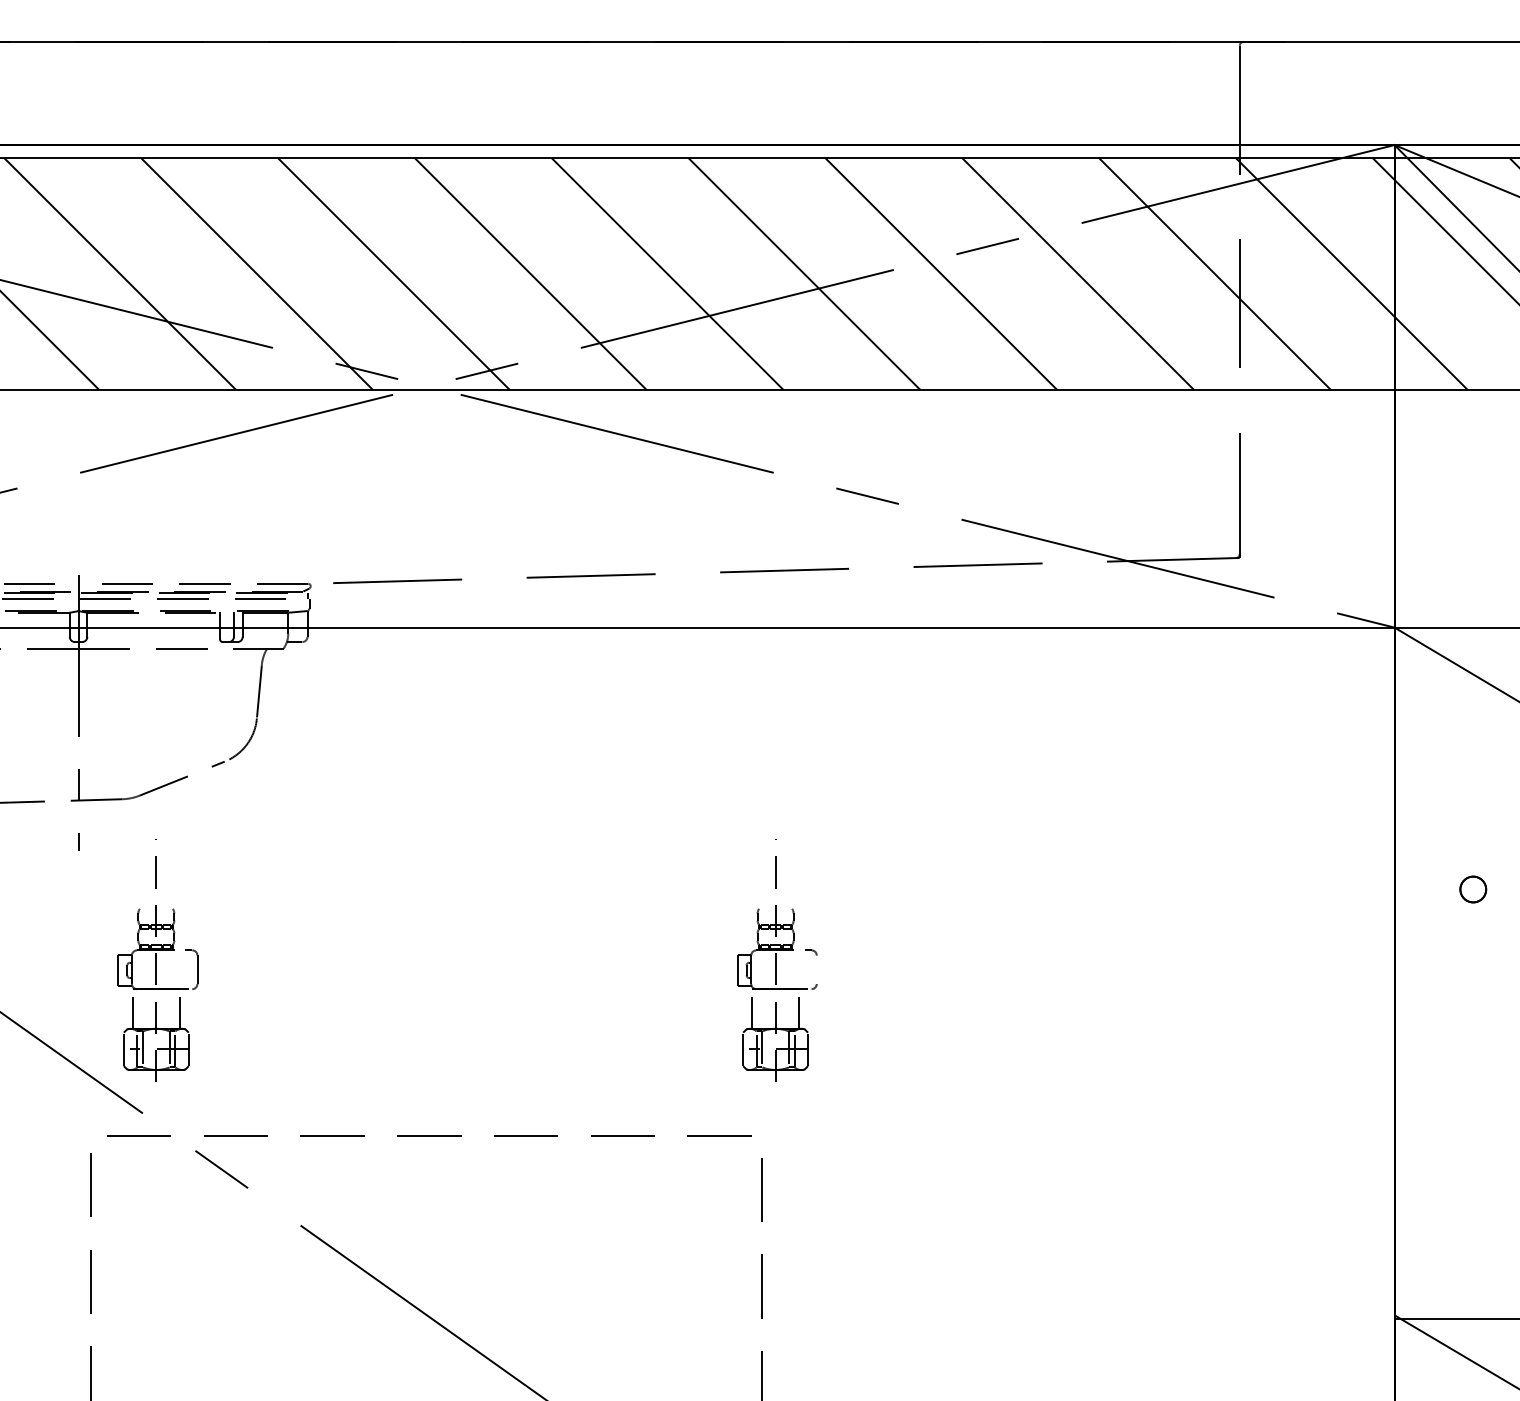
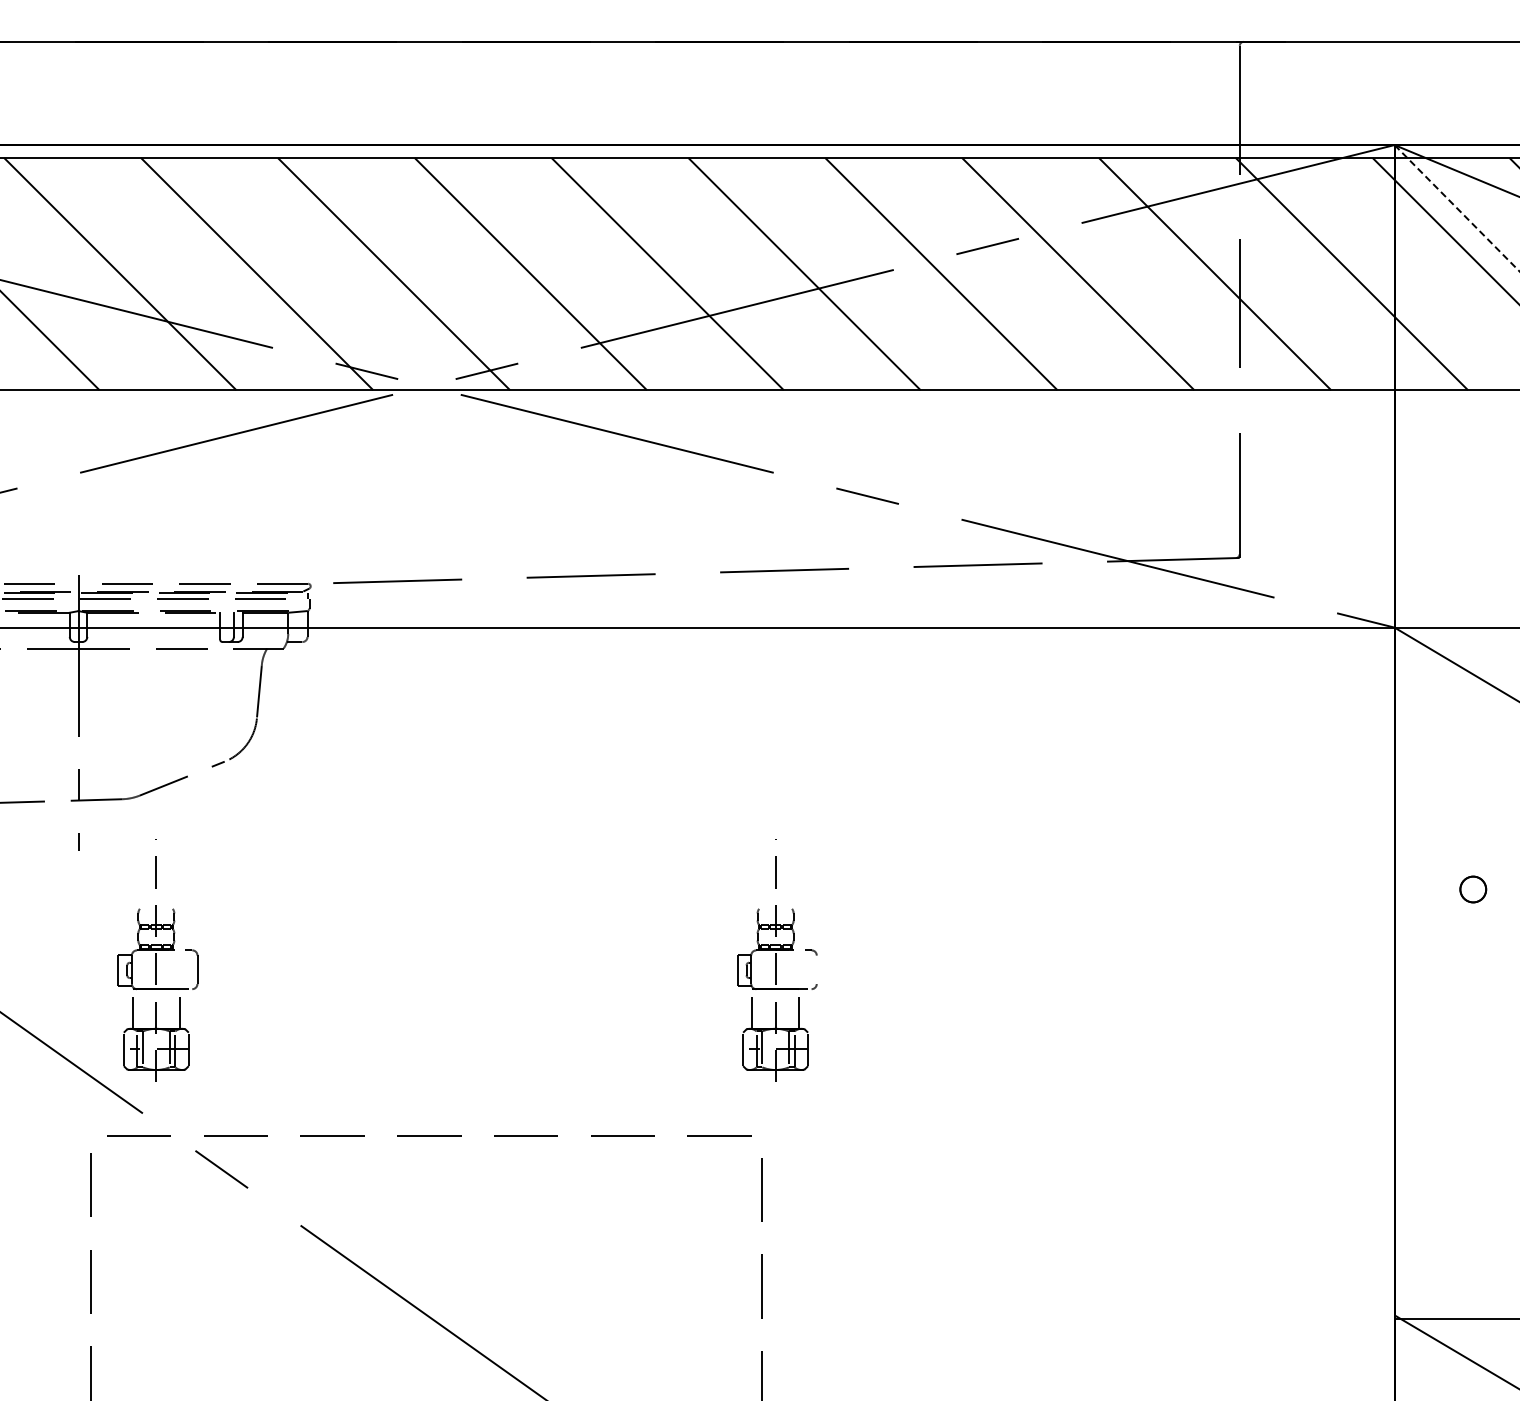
line at (1457, 208): solid -> dashed
